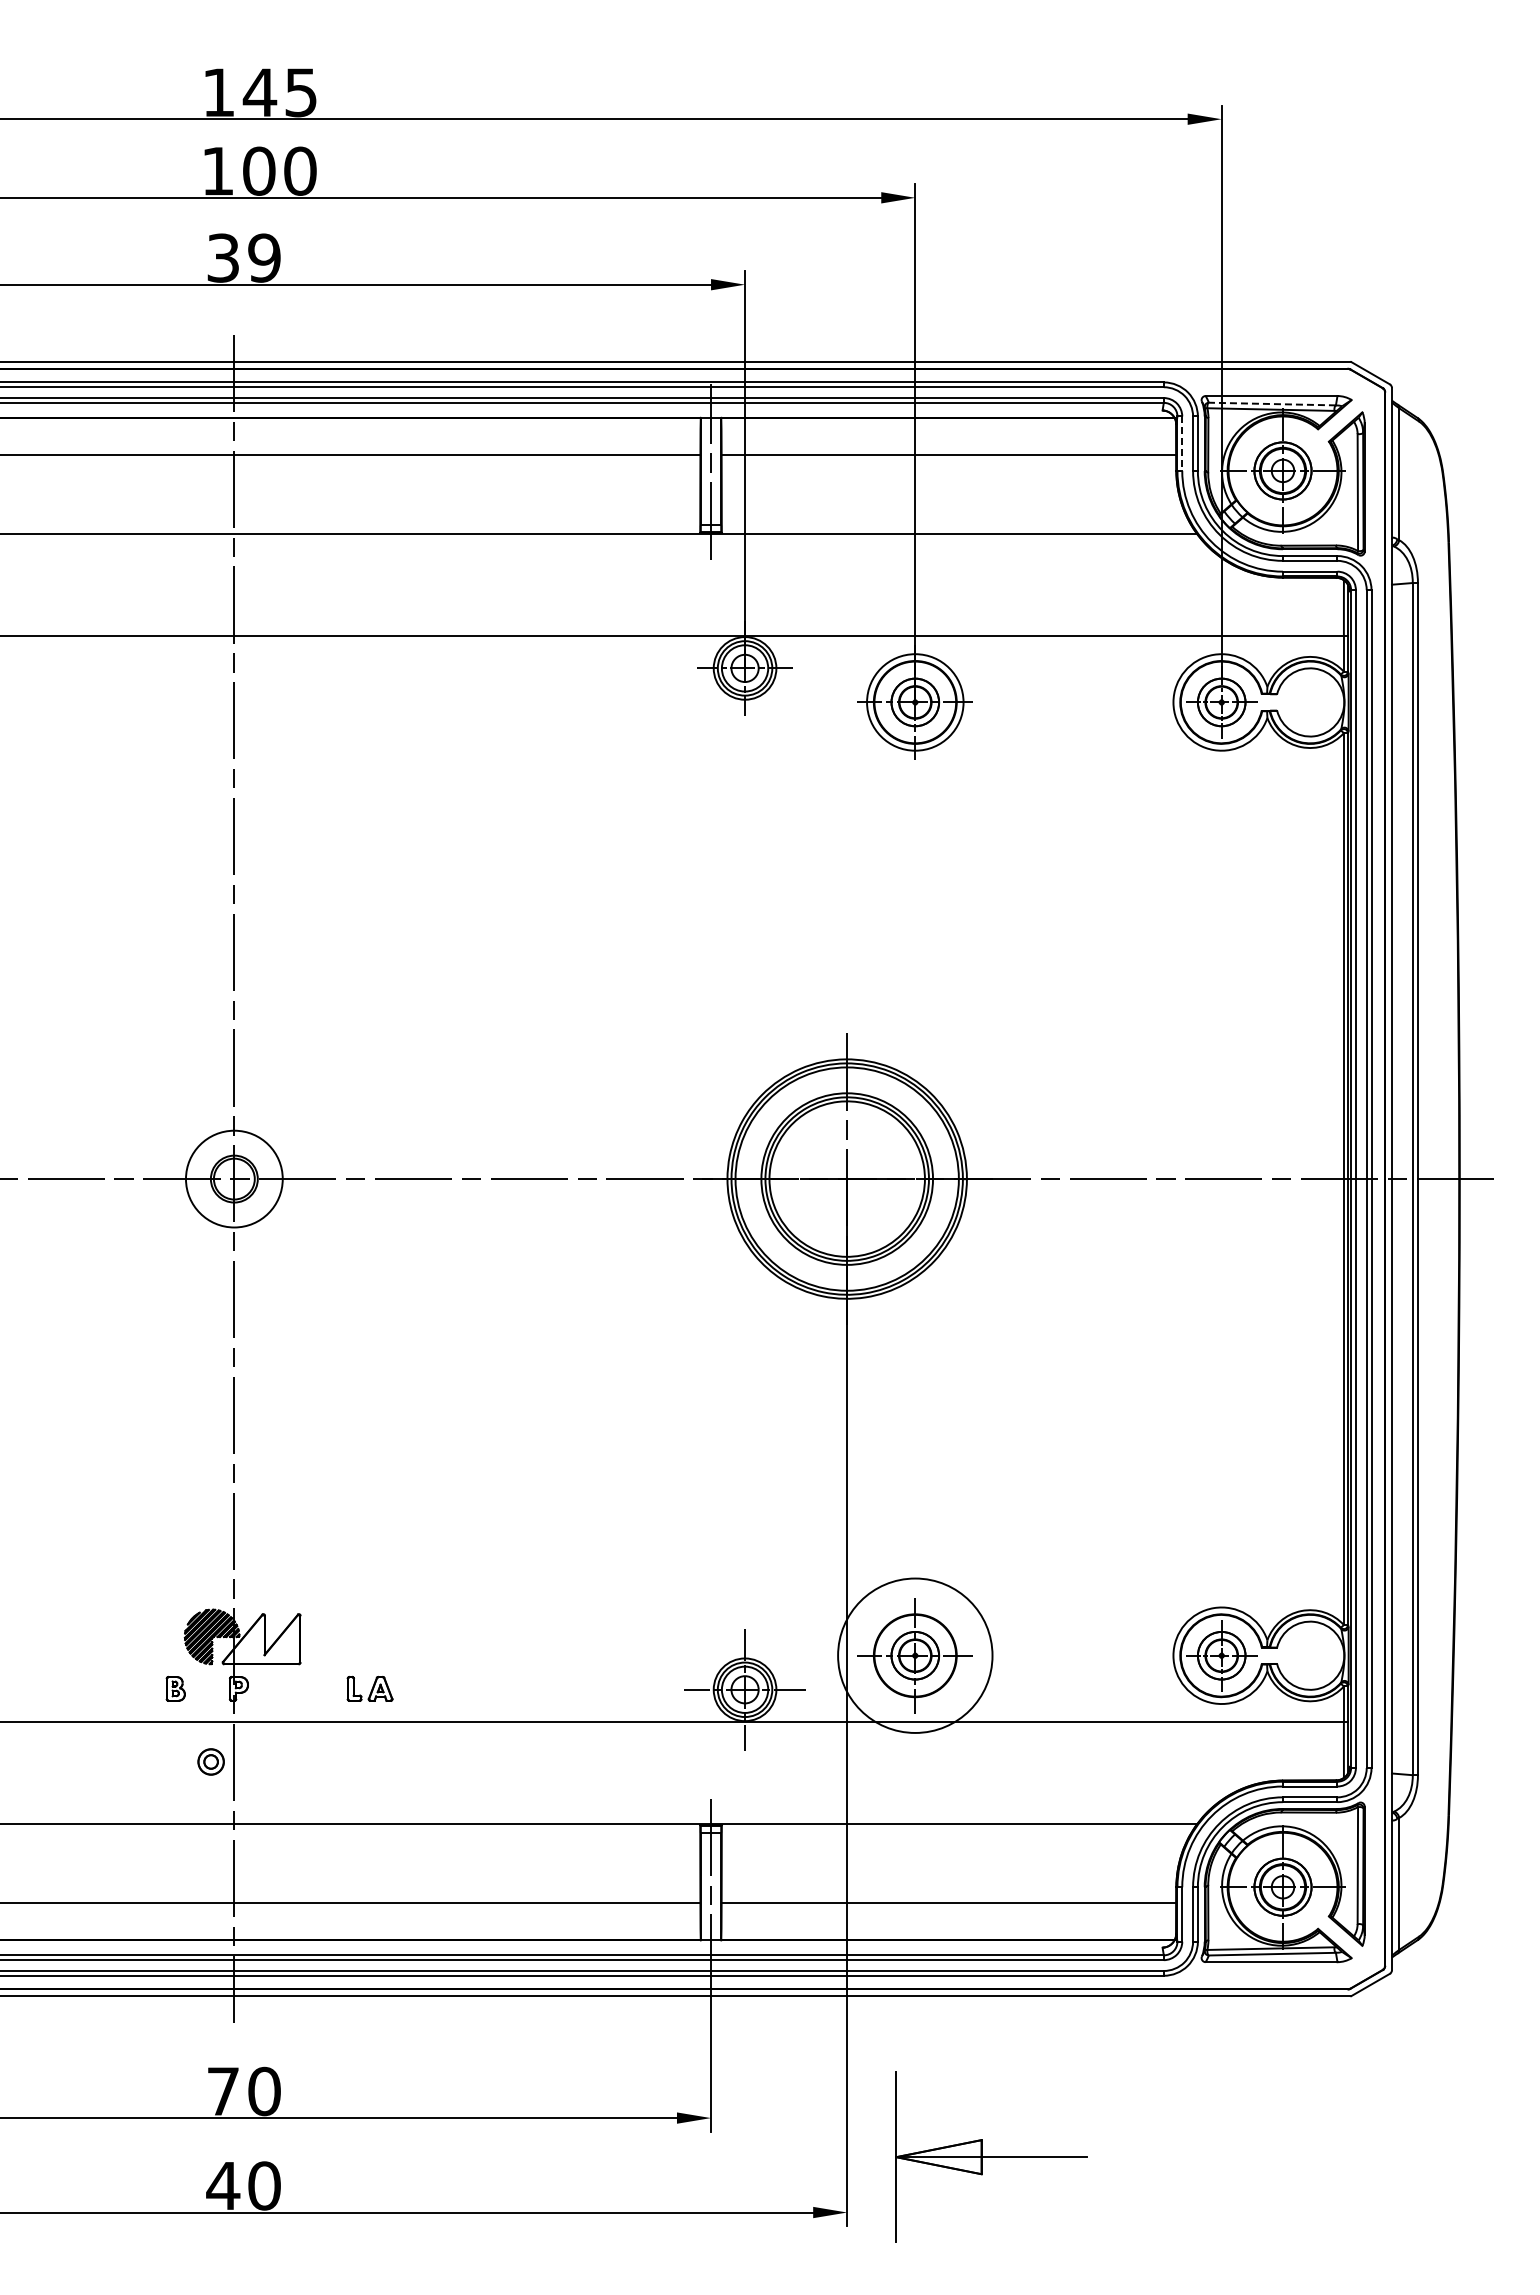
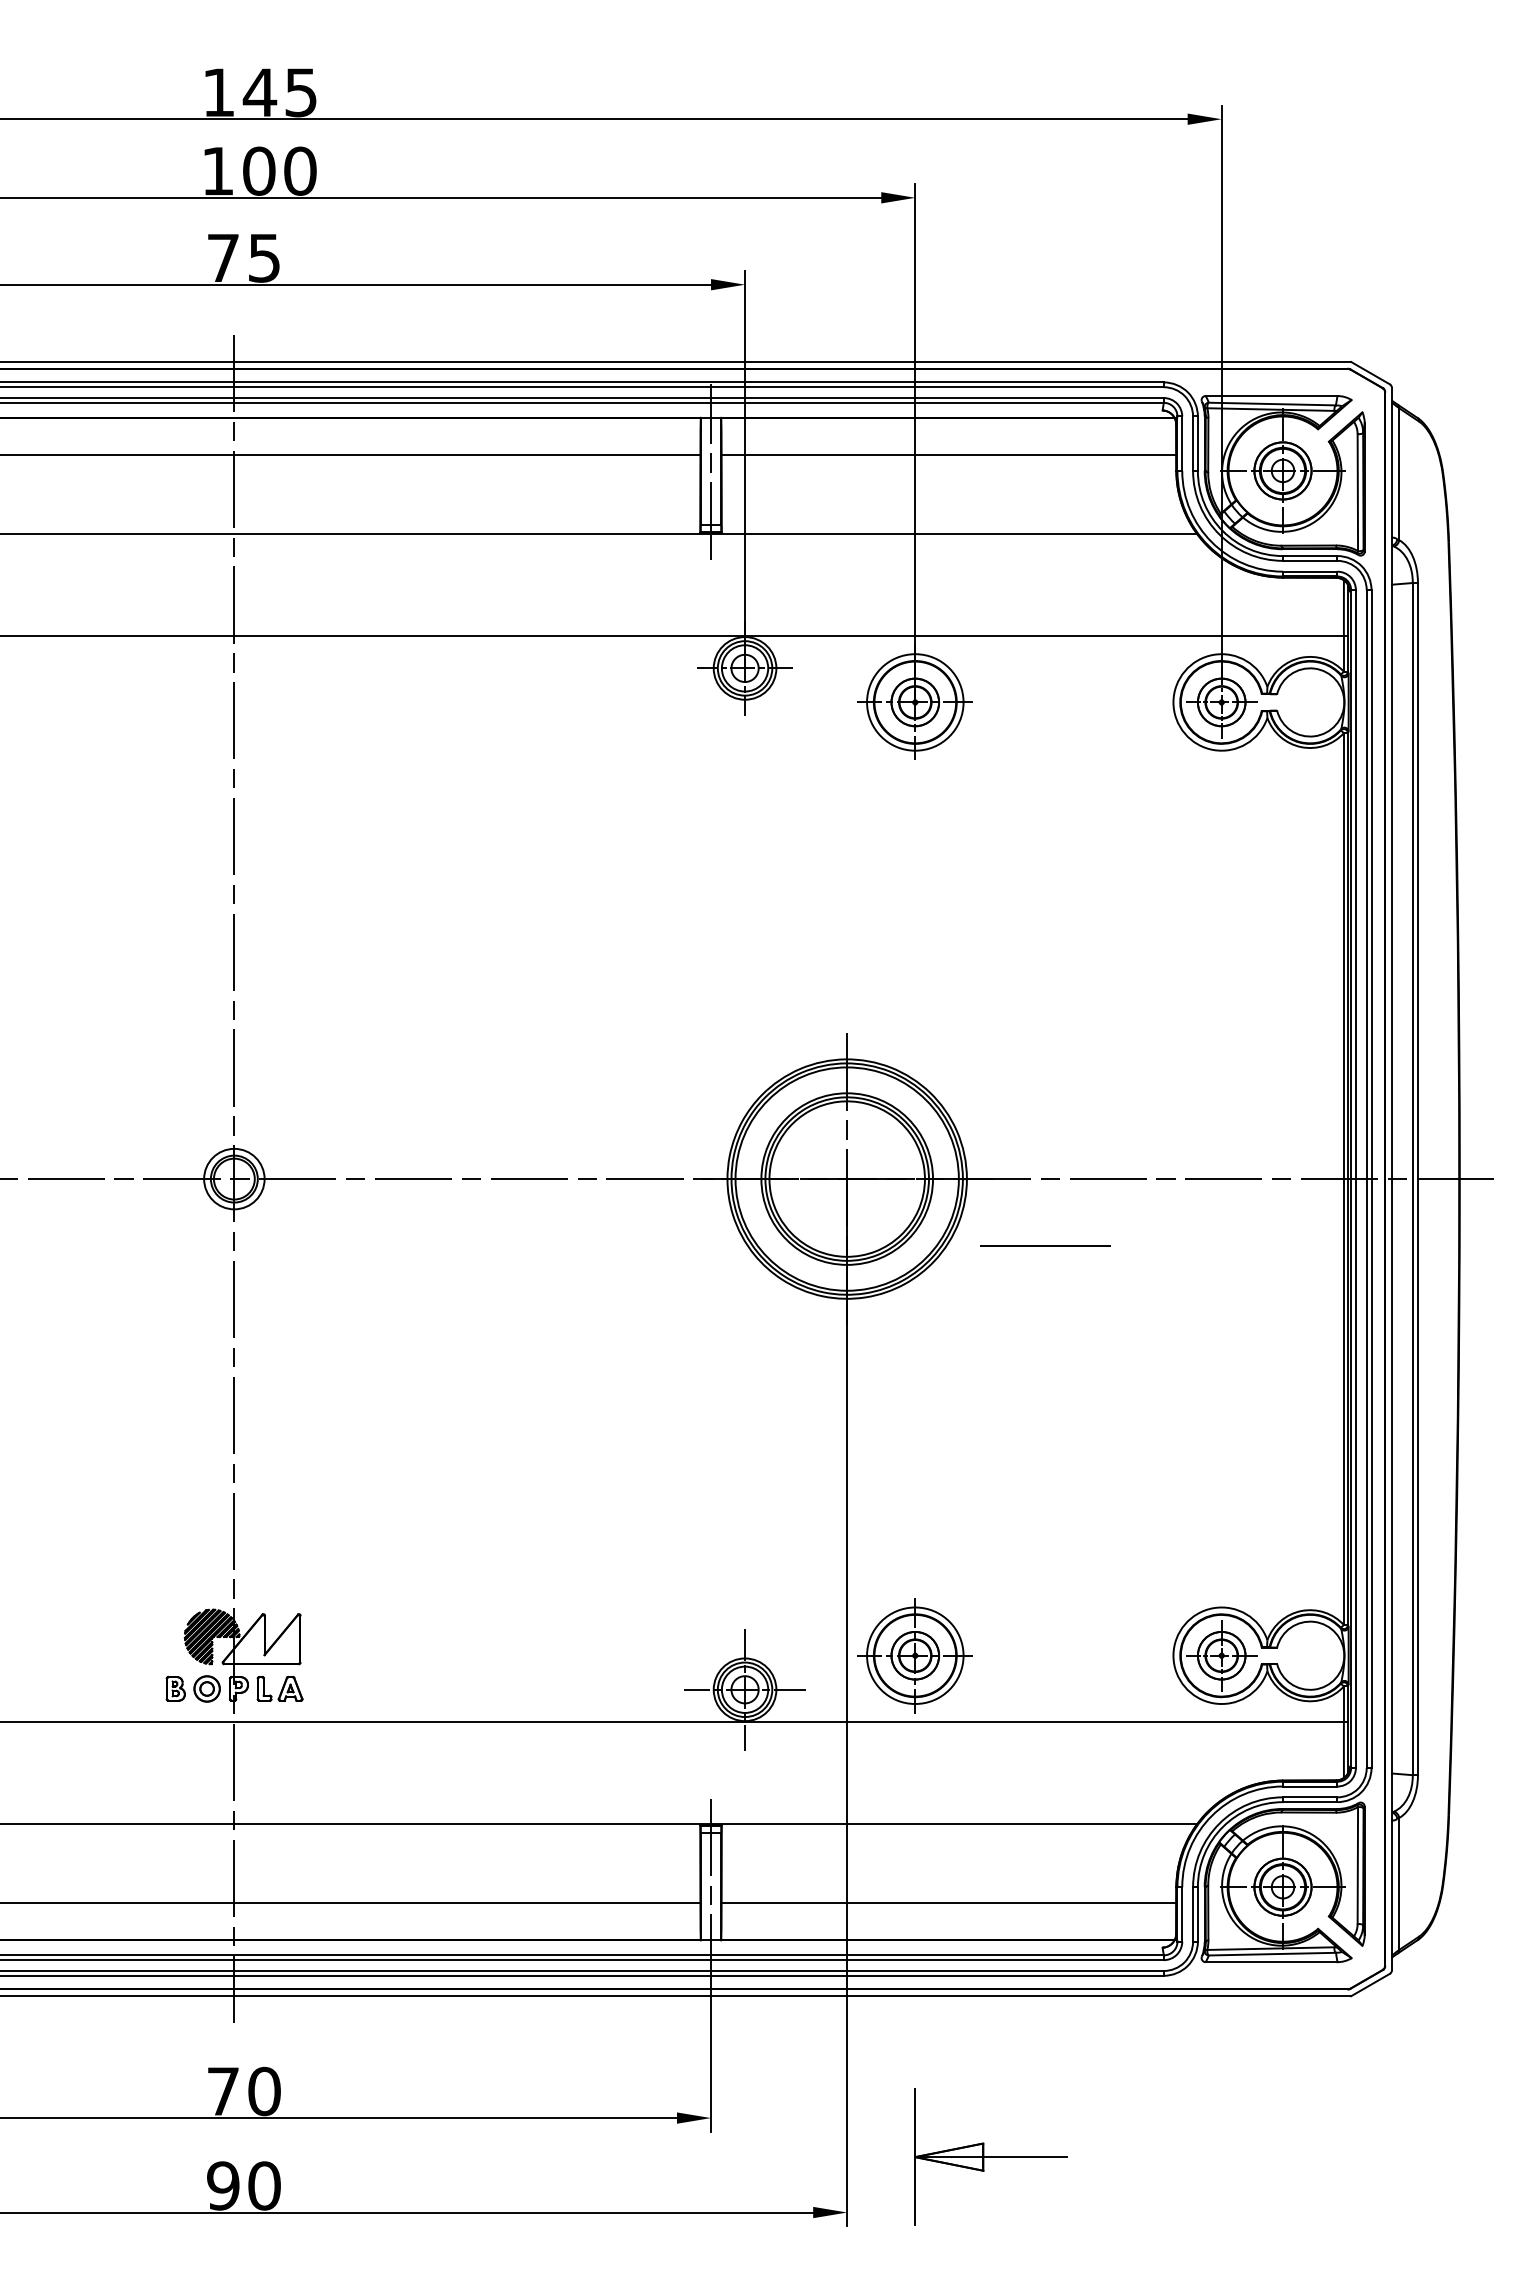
text at (243, 257): 39 -> 75
line at (1272, 404): dashed -> solid
line at (1182, 444): dashed -> solid
circle at (233, 1178) diameter: 97 px -> 60 px
line at (1045, 1245): none -> present
circle at (915, 1655) diameter: 154 px -> 97 px
part at (369, 1688) position: (369, 1688) -> (279, 1688)
part at (210, 1761) position: (210, 1761) -> (206, 1688)
part at (991, 2156) size: 193x172 px -> 154x138 px
text at (223, 2185): 40 -> 90
